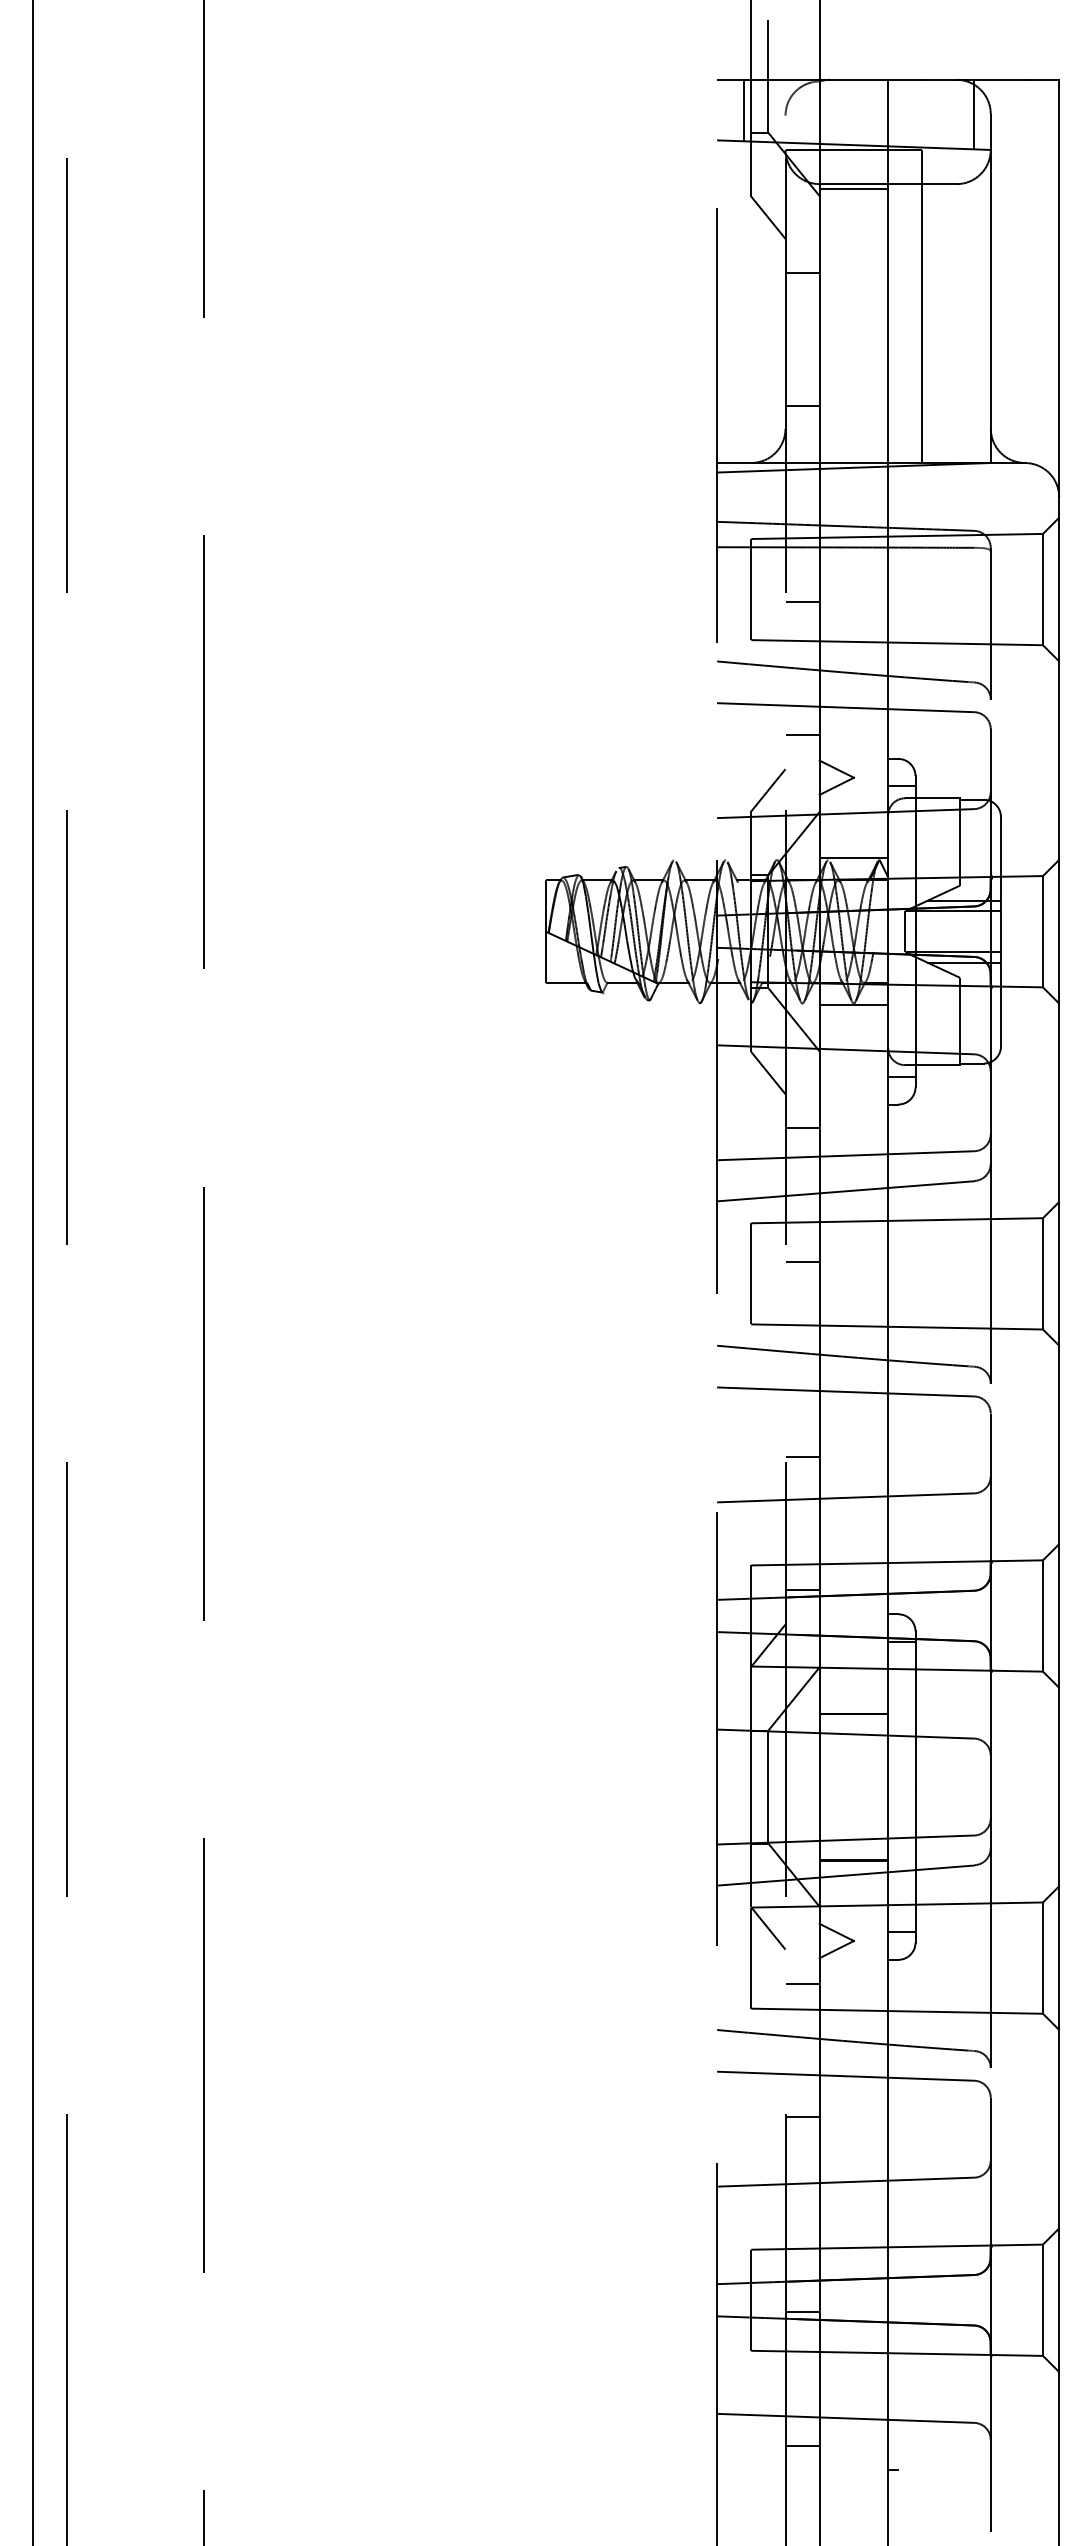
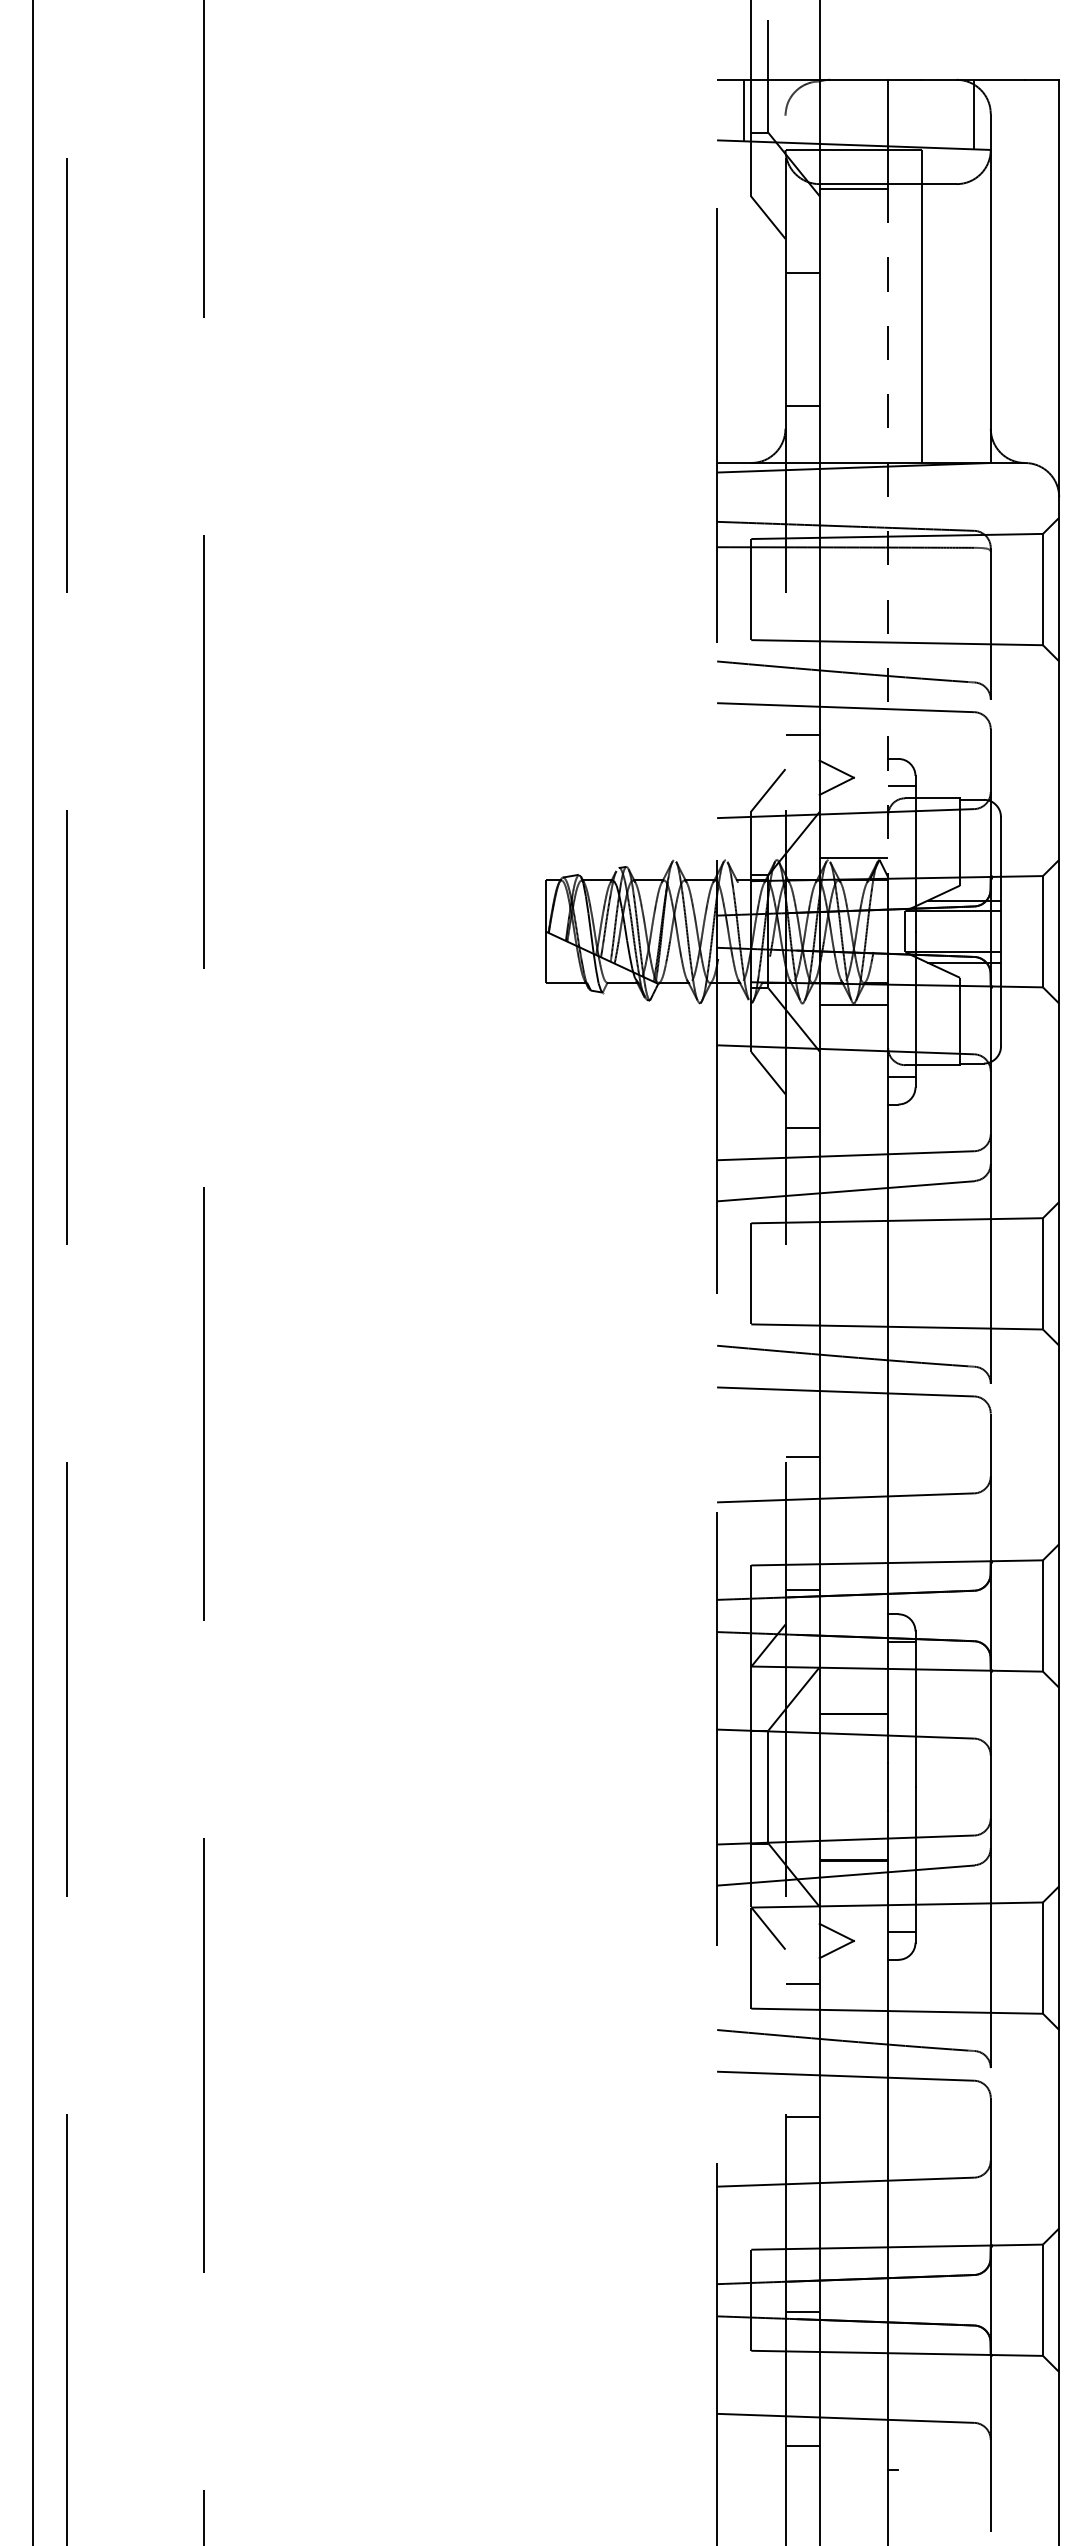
line at (888, 547): solid -> dashed
line at (802, 601): present -> none
line at (802, 1261): present -> none
